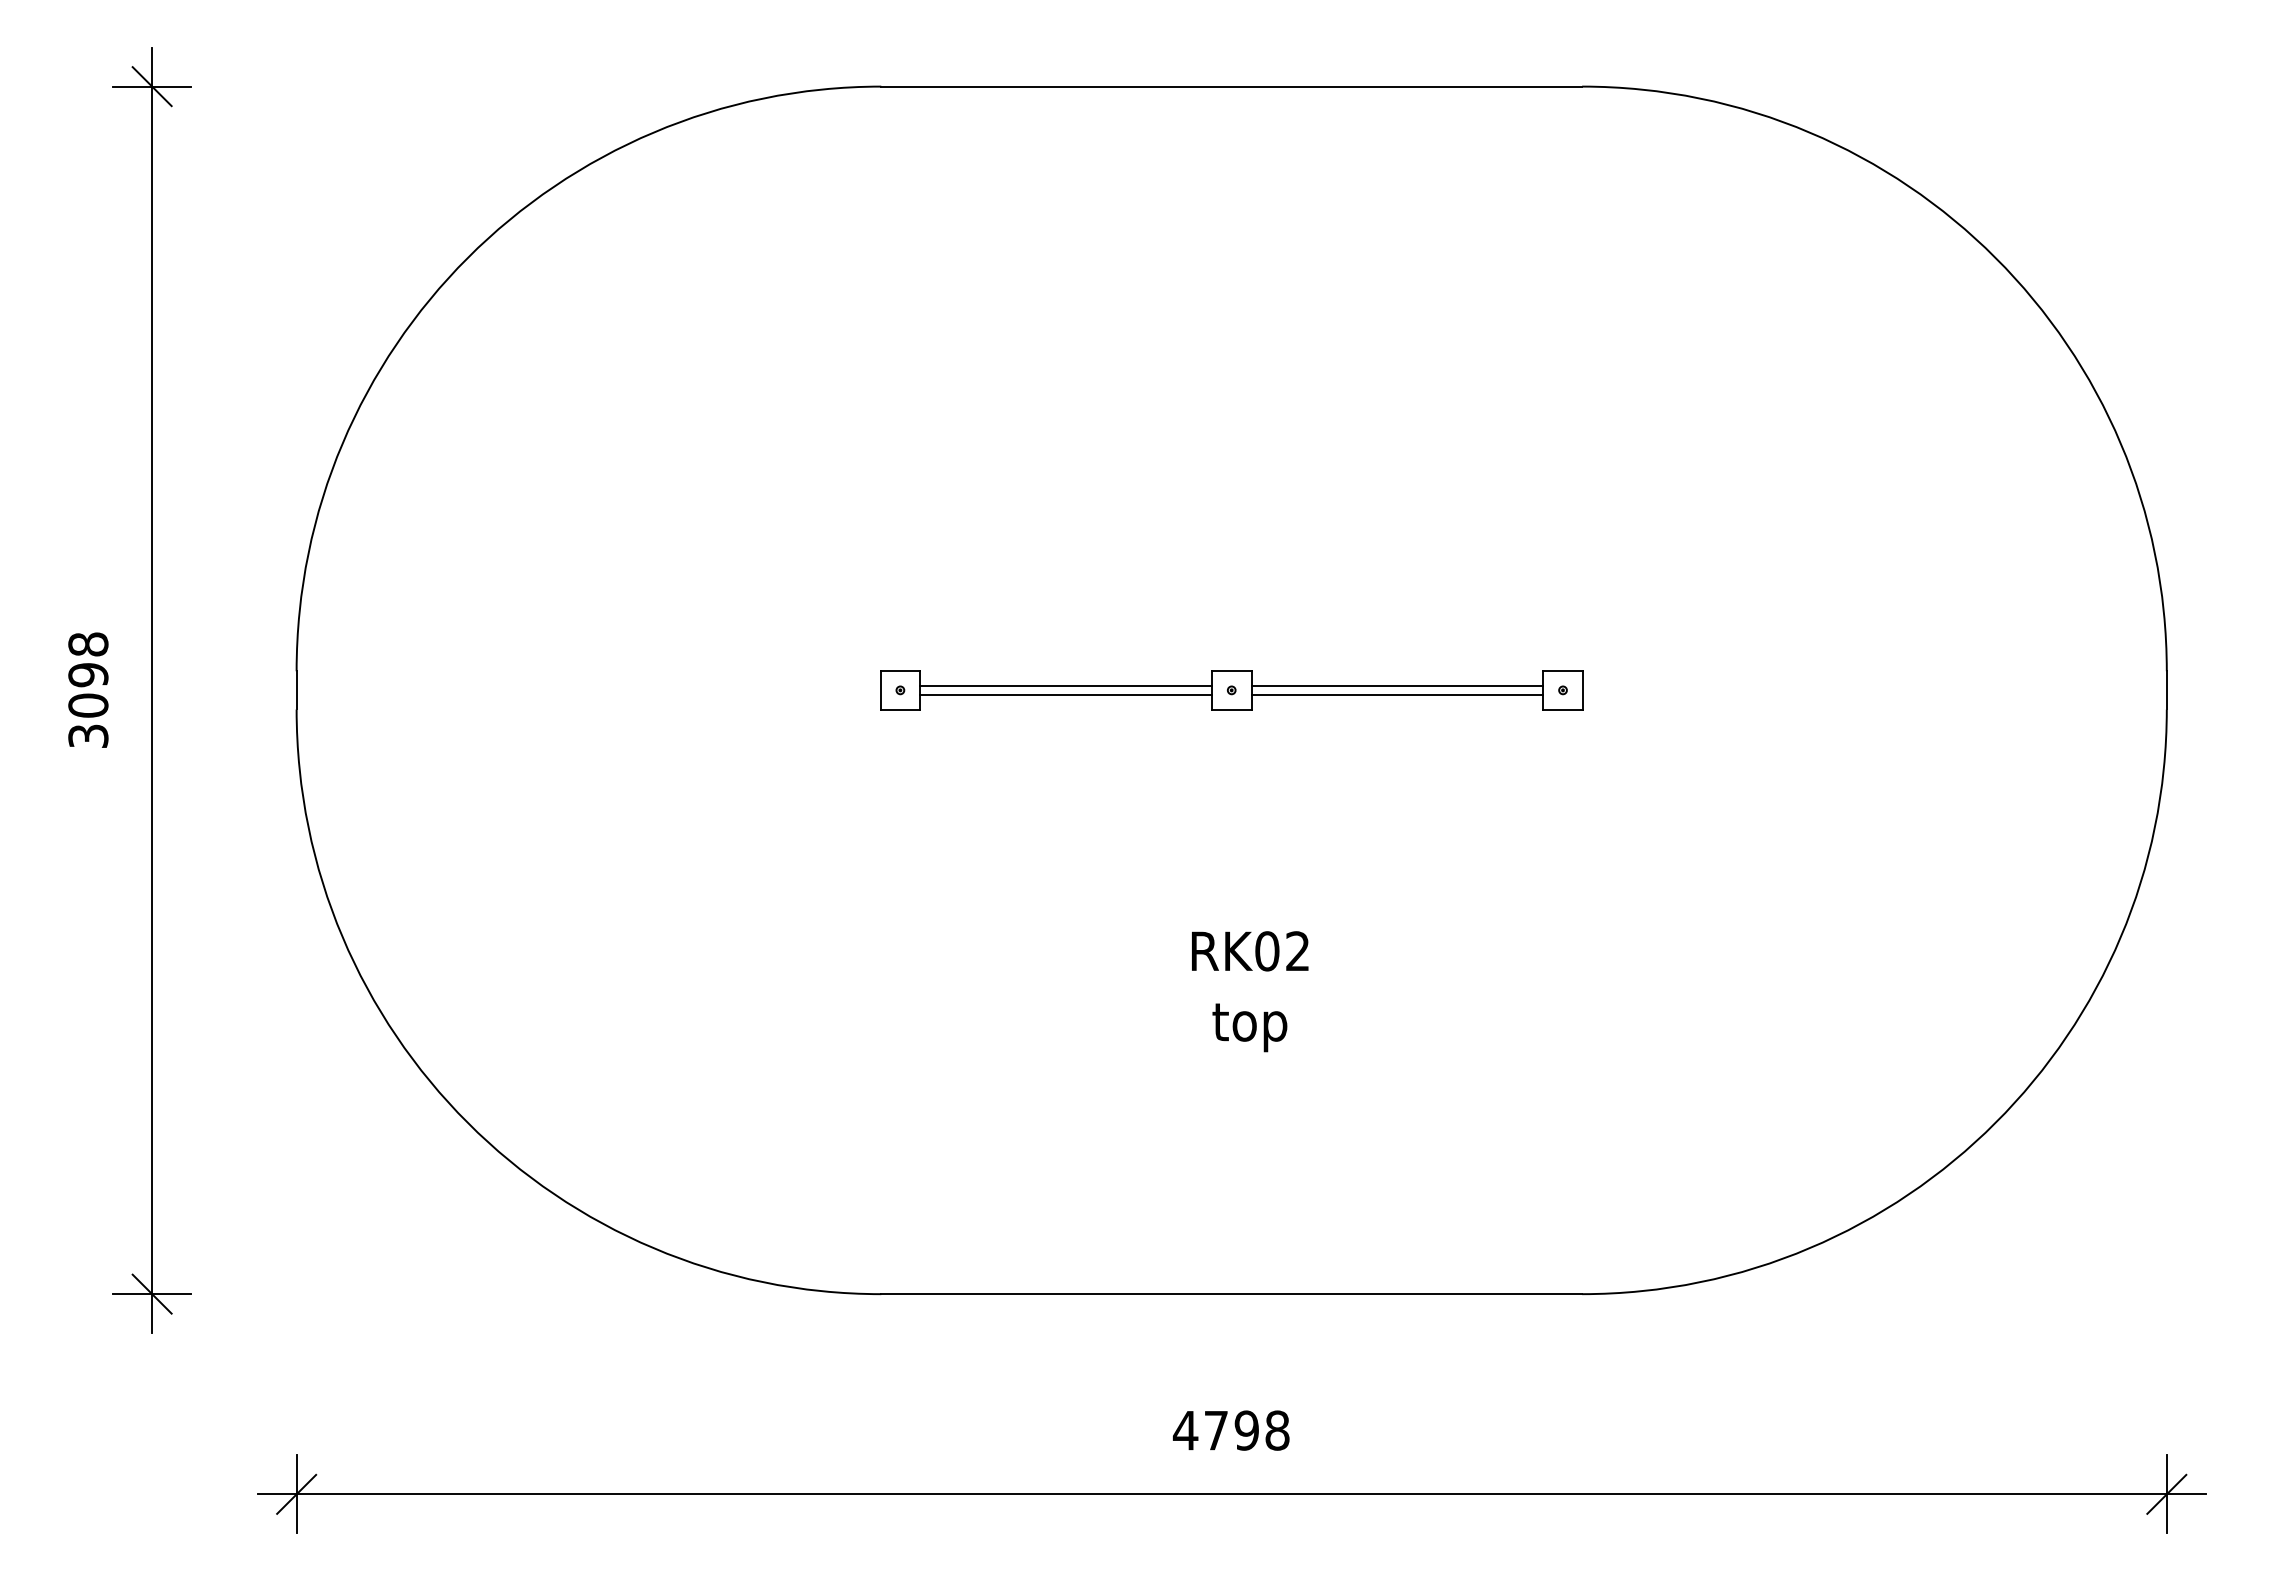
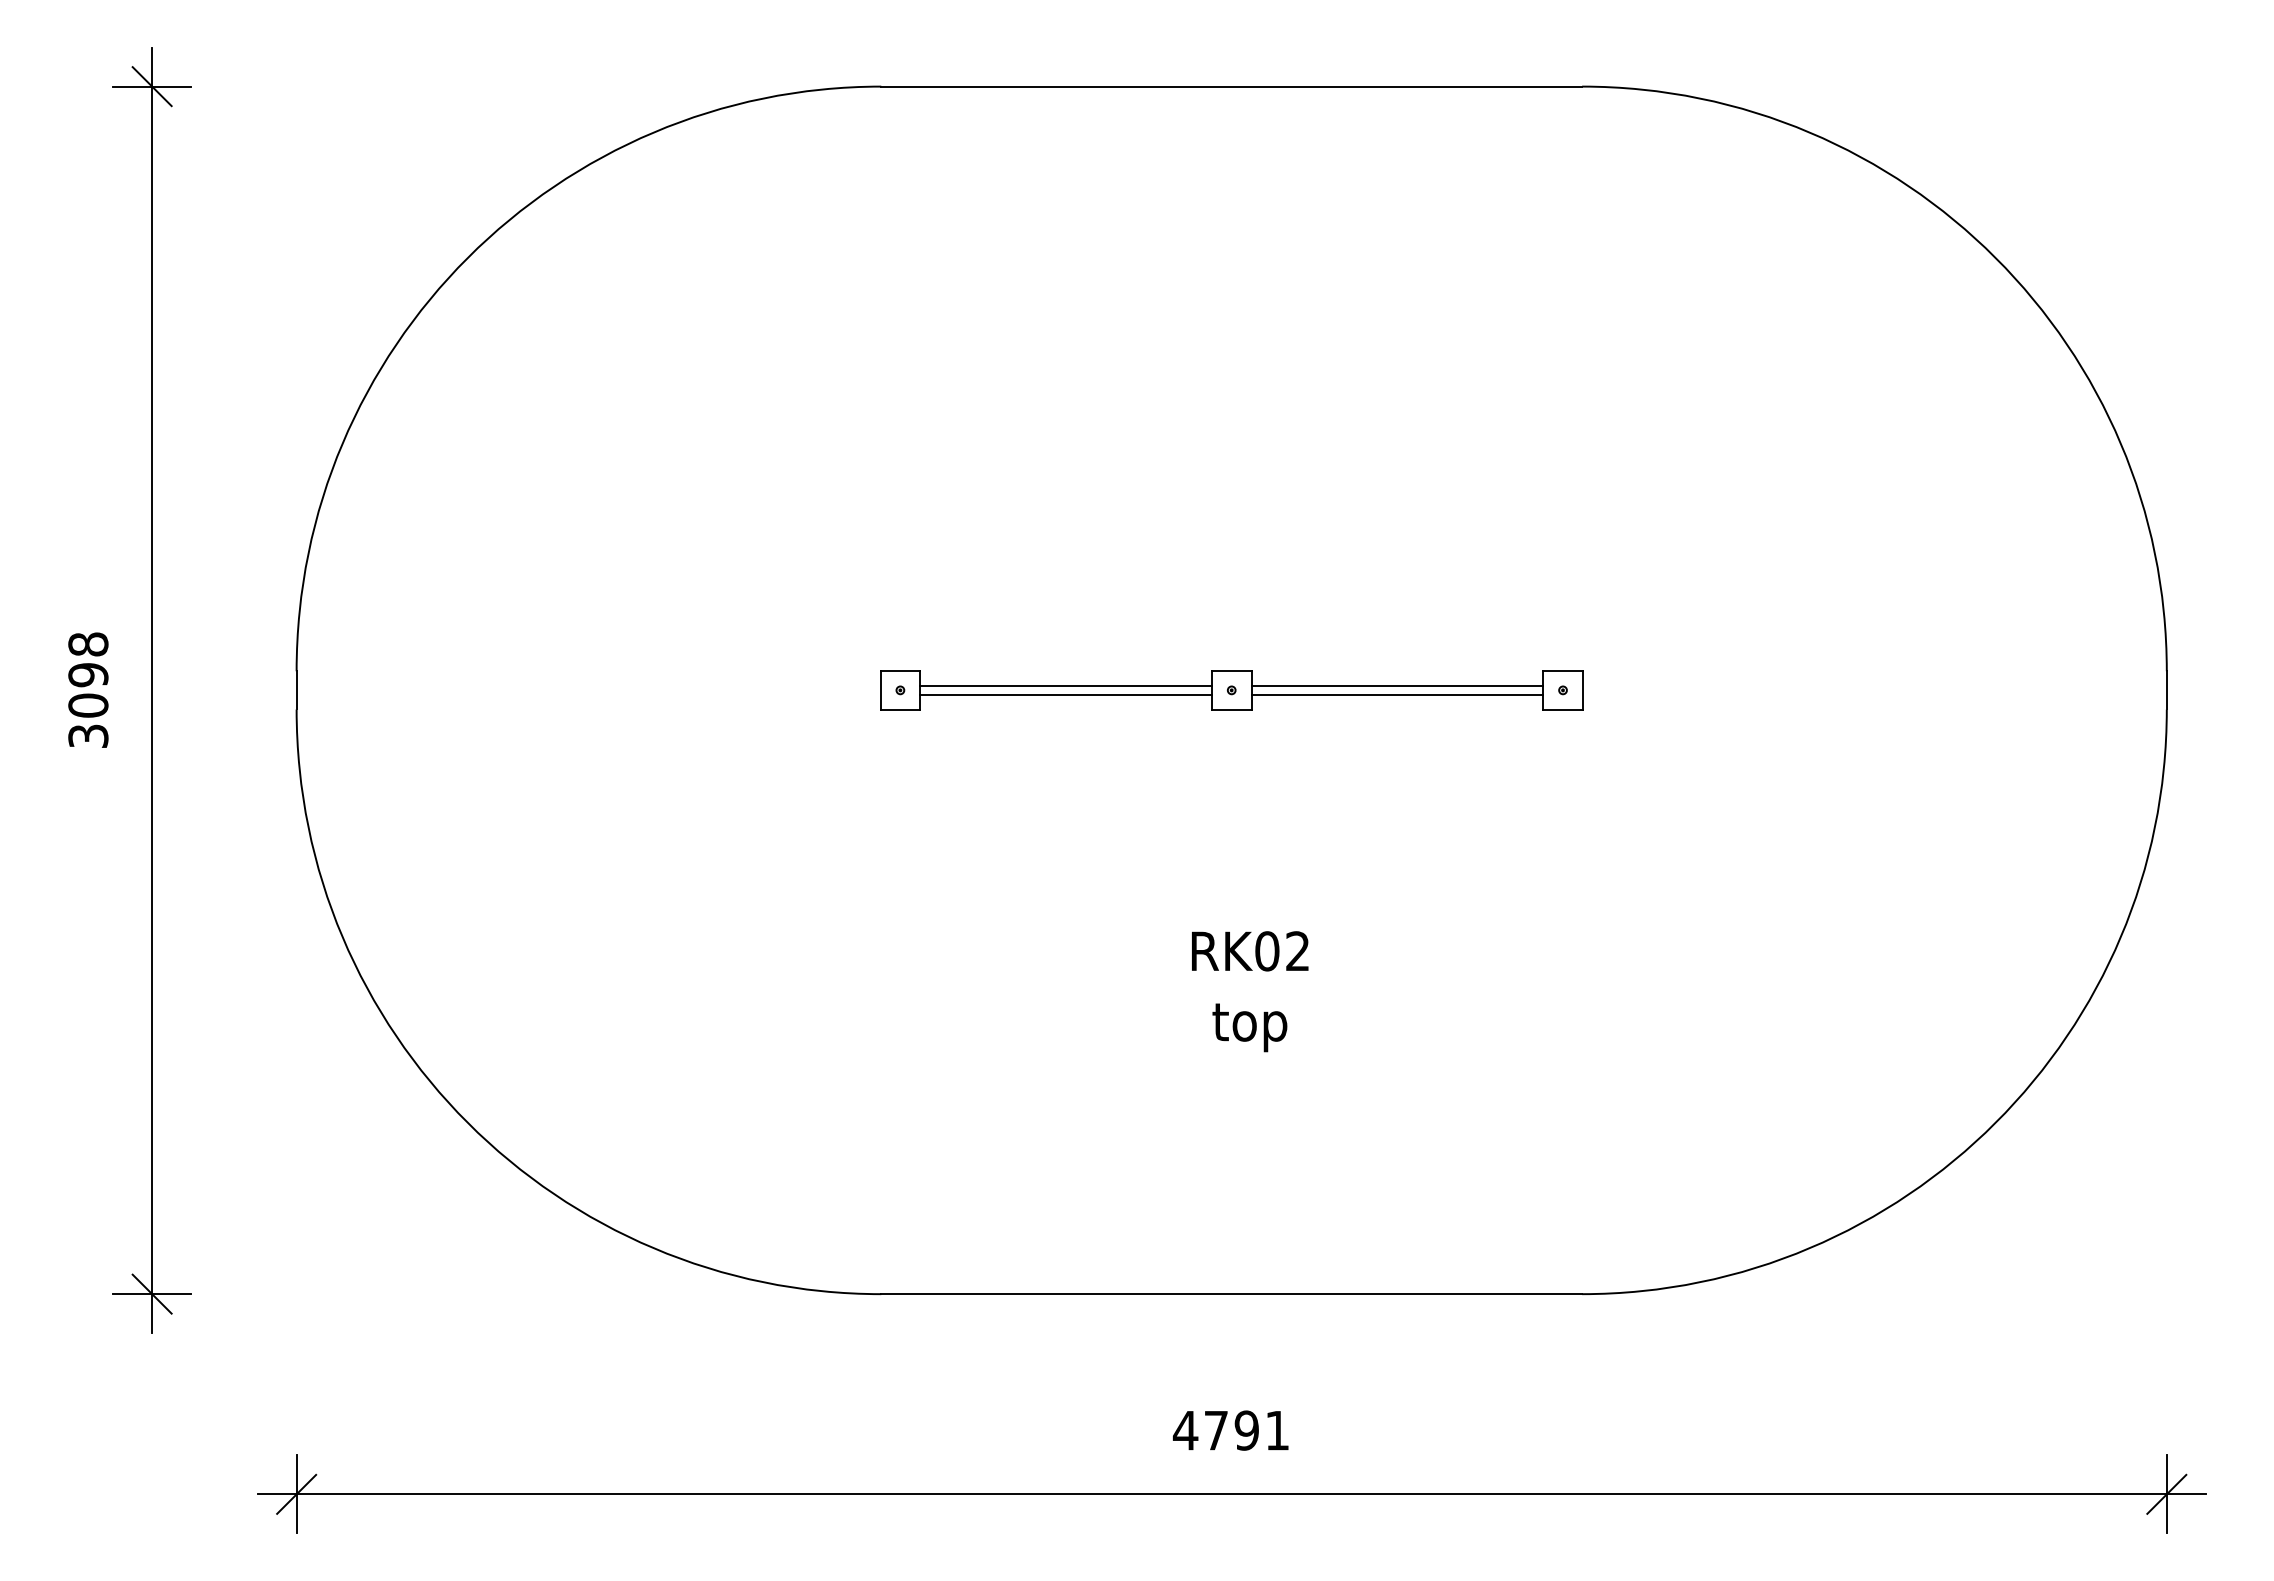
text at (1277, 1430): 4798 -> 4791
